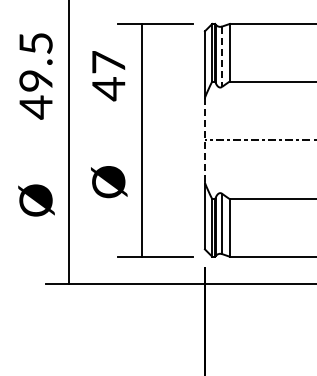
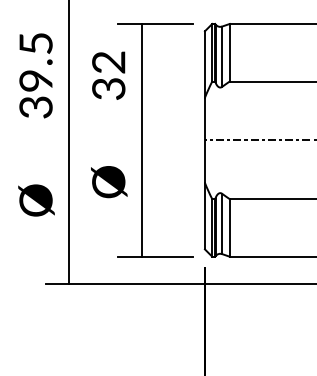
line at (222, 57): dashed -> solid
text at (108, 76): 47 -> 32
text at (35, 107): 49.5 -> 39.5
line at (204, 140): dashed -> solid
